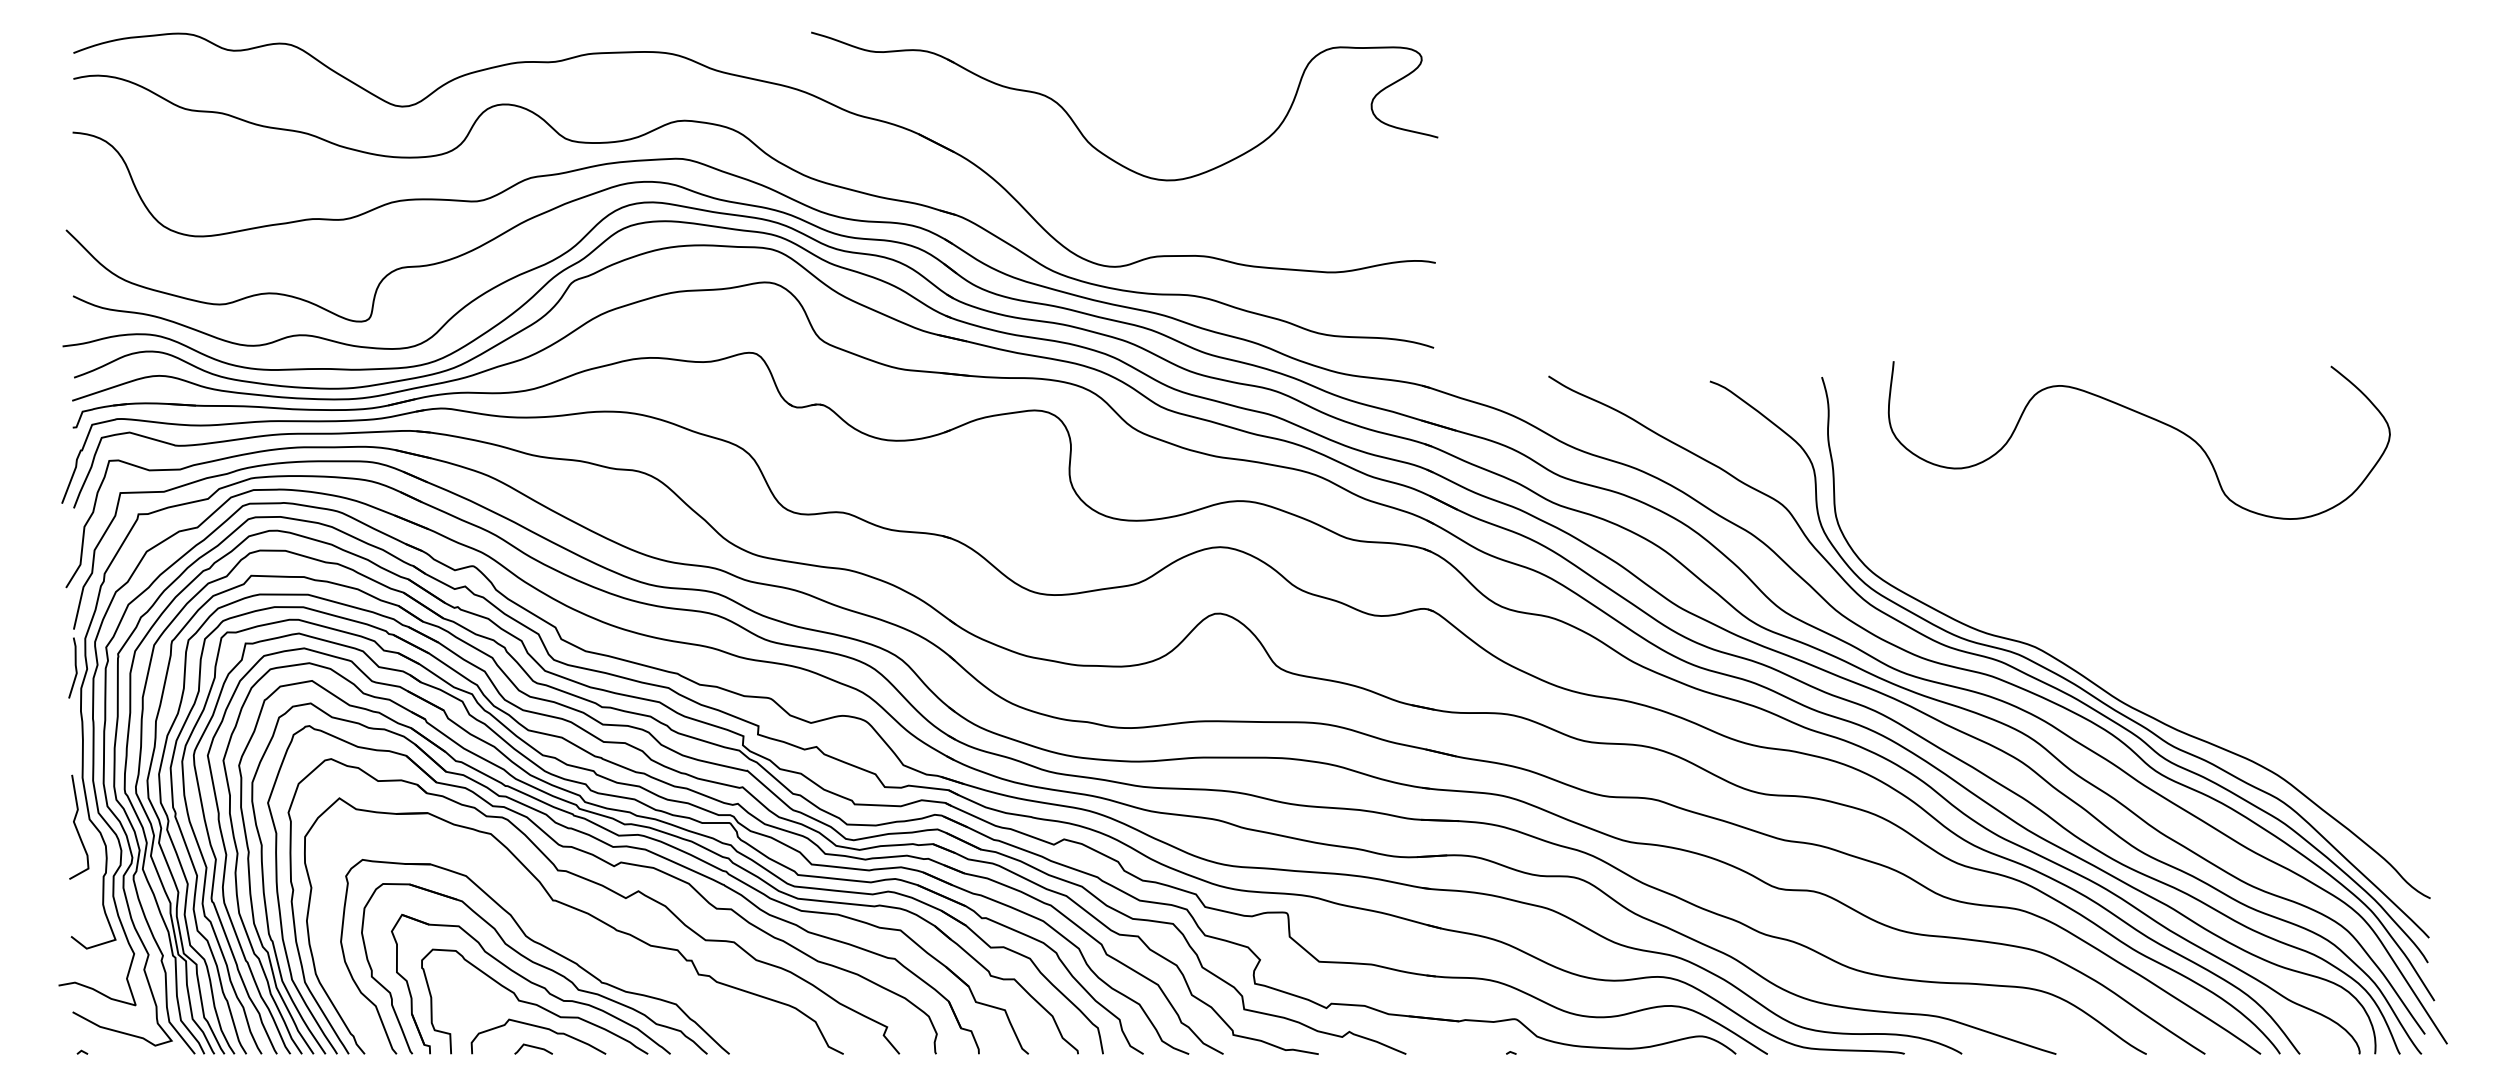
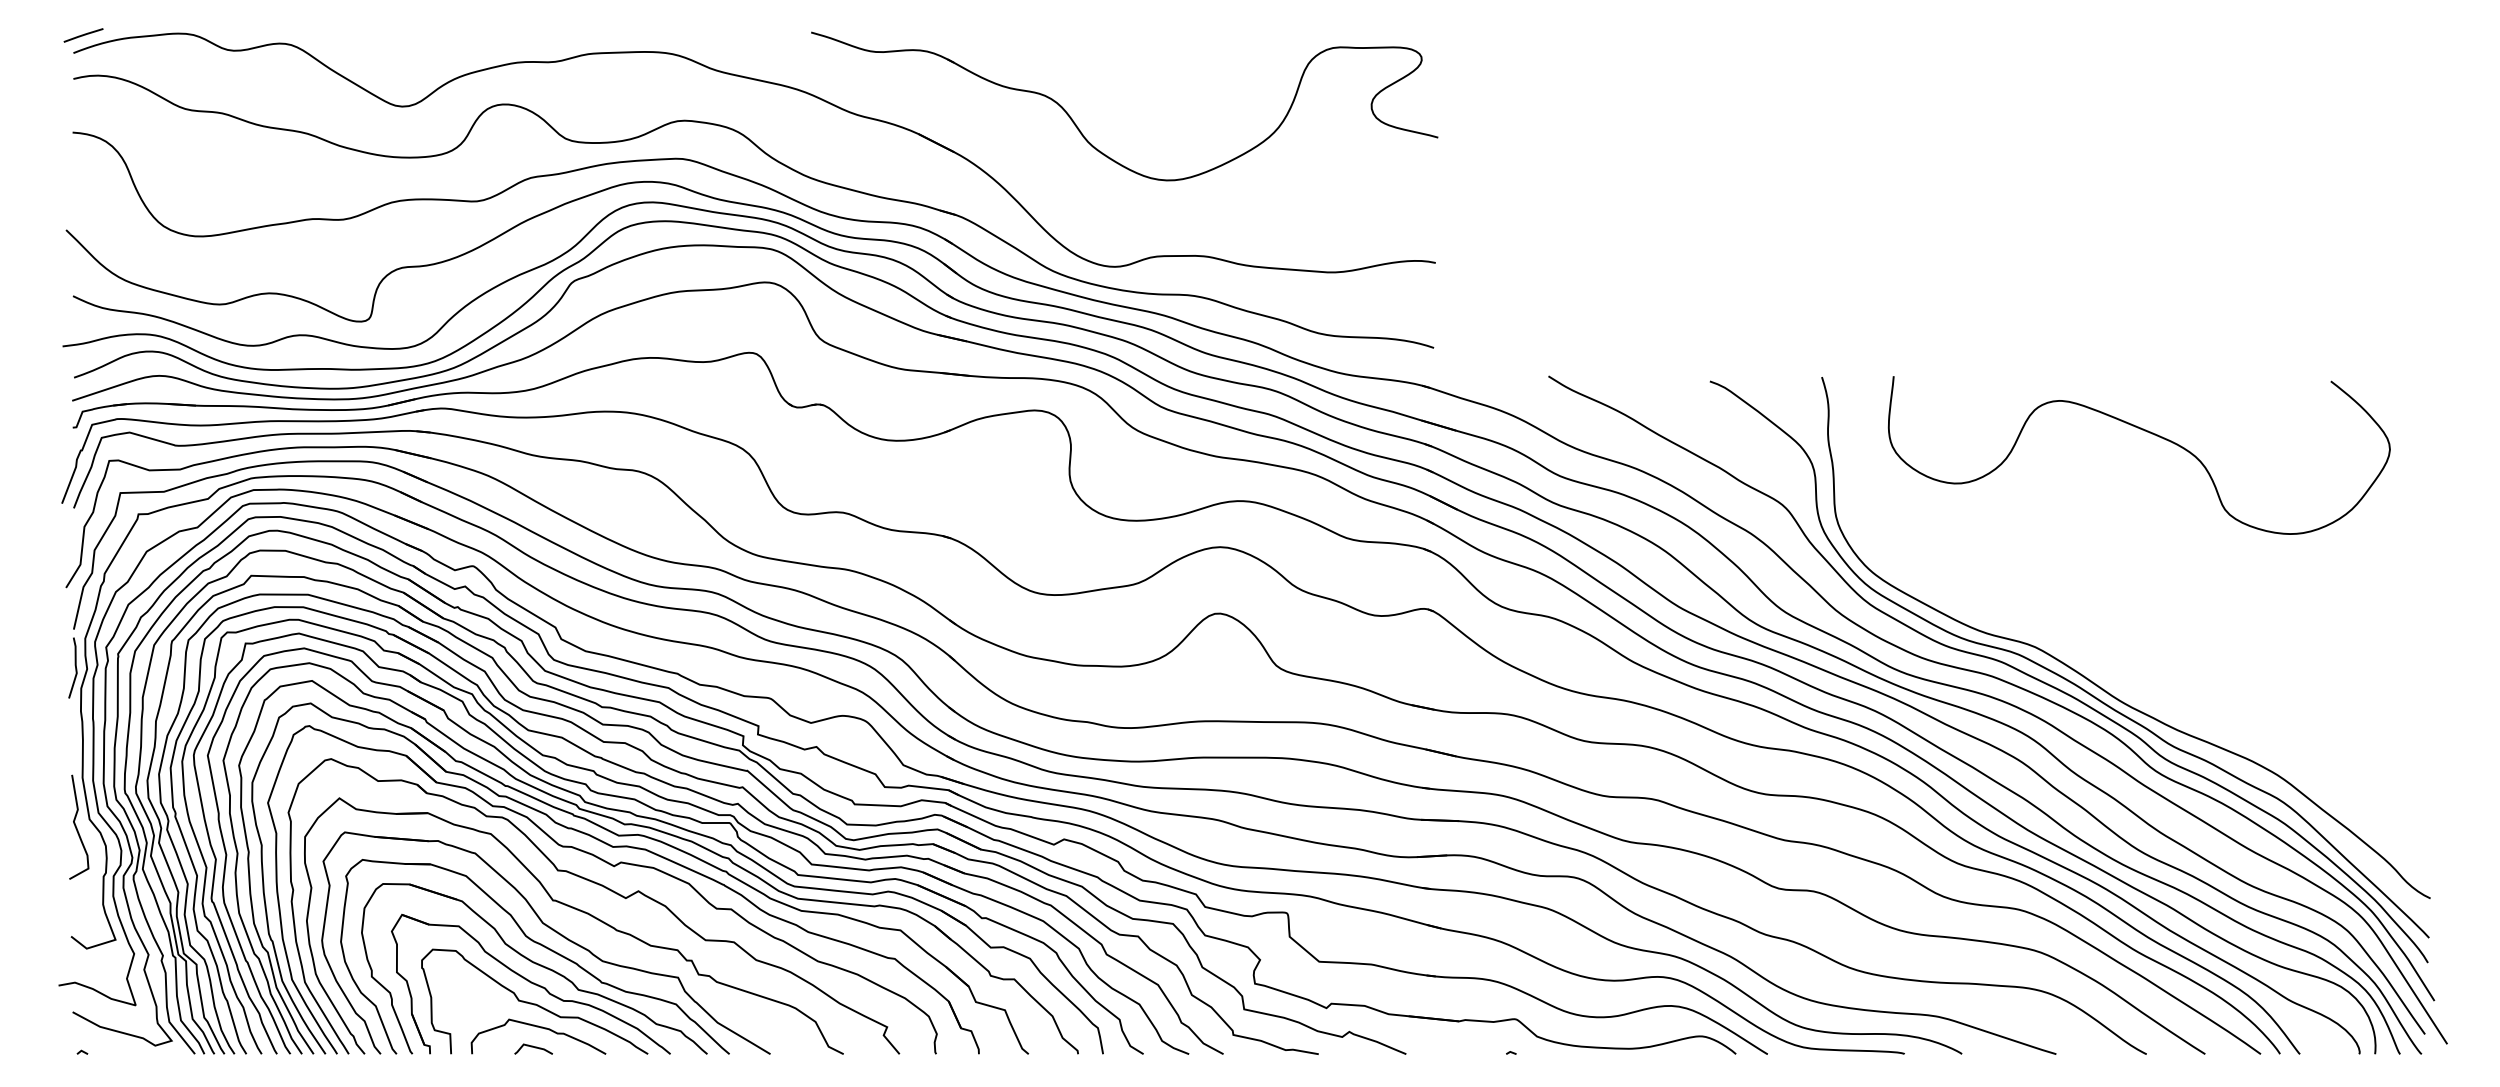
line at (83, 35): none -> present
curve at (2149, 418) position: (2149, 418) -> (2149, 433)
part at (553, 931): none -> present
